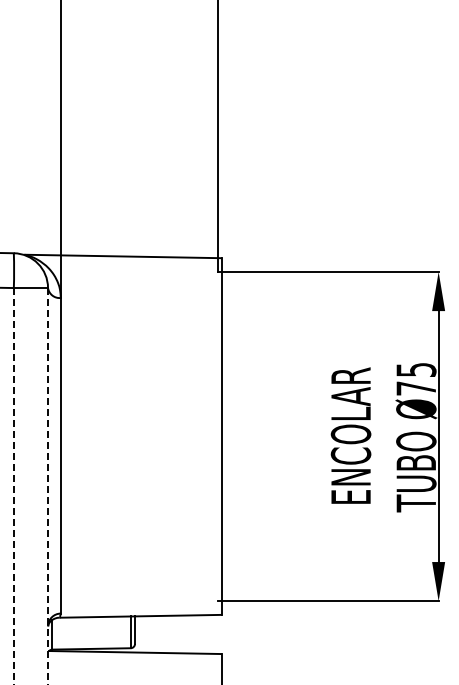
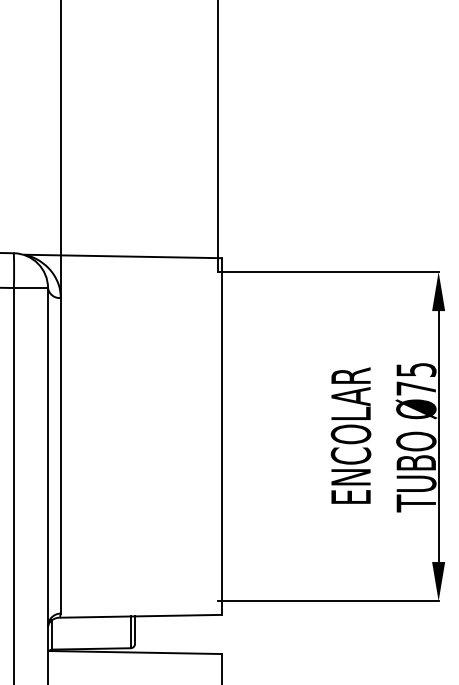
line at (13, 485): dashed -> solid
line at (48, 486): dashed -> solid
